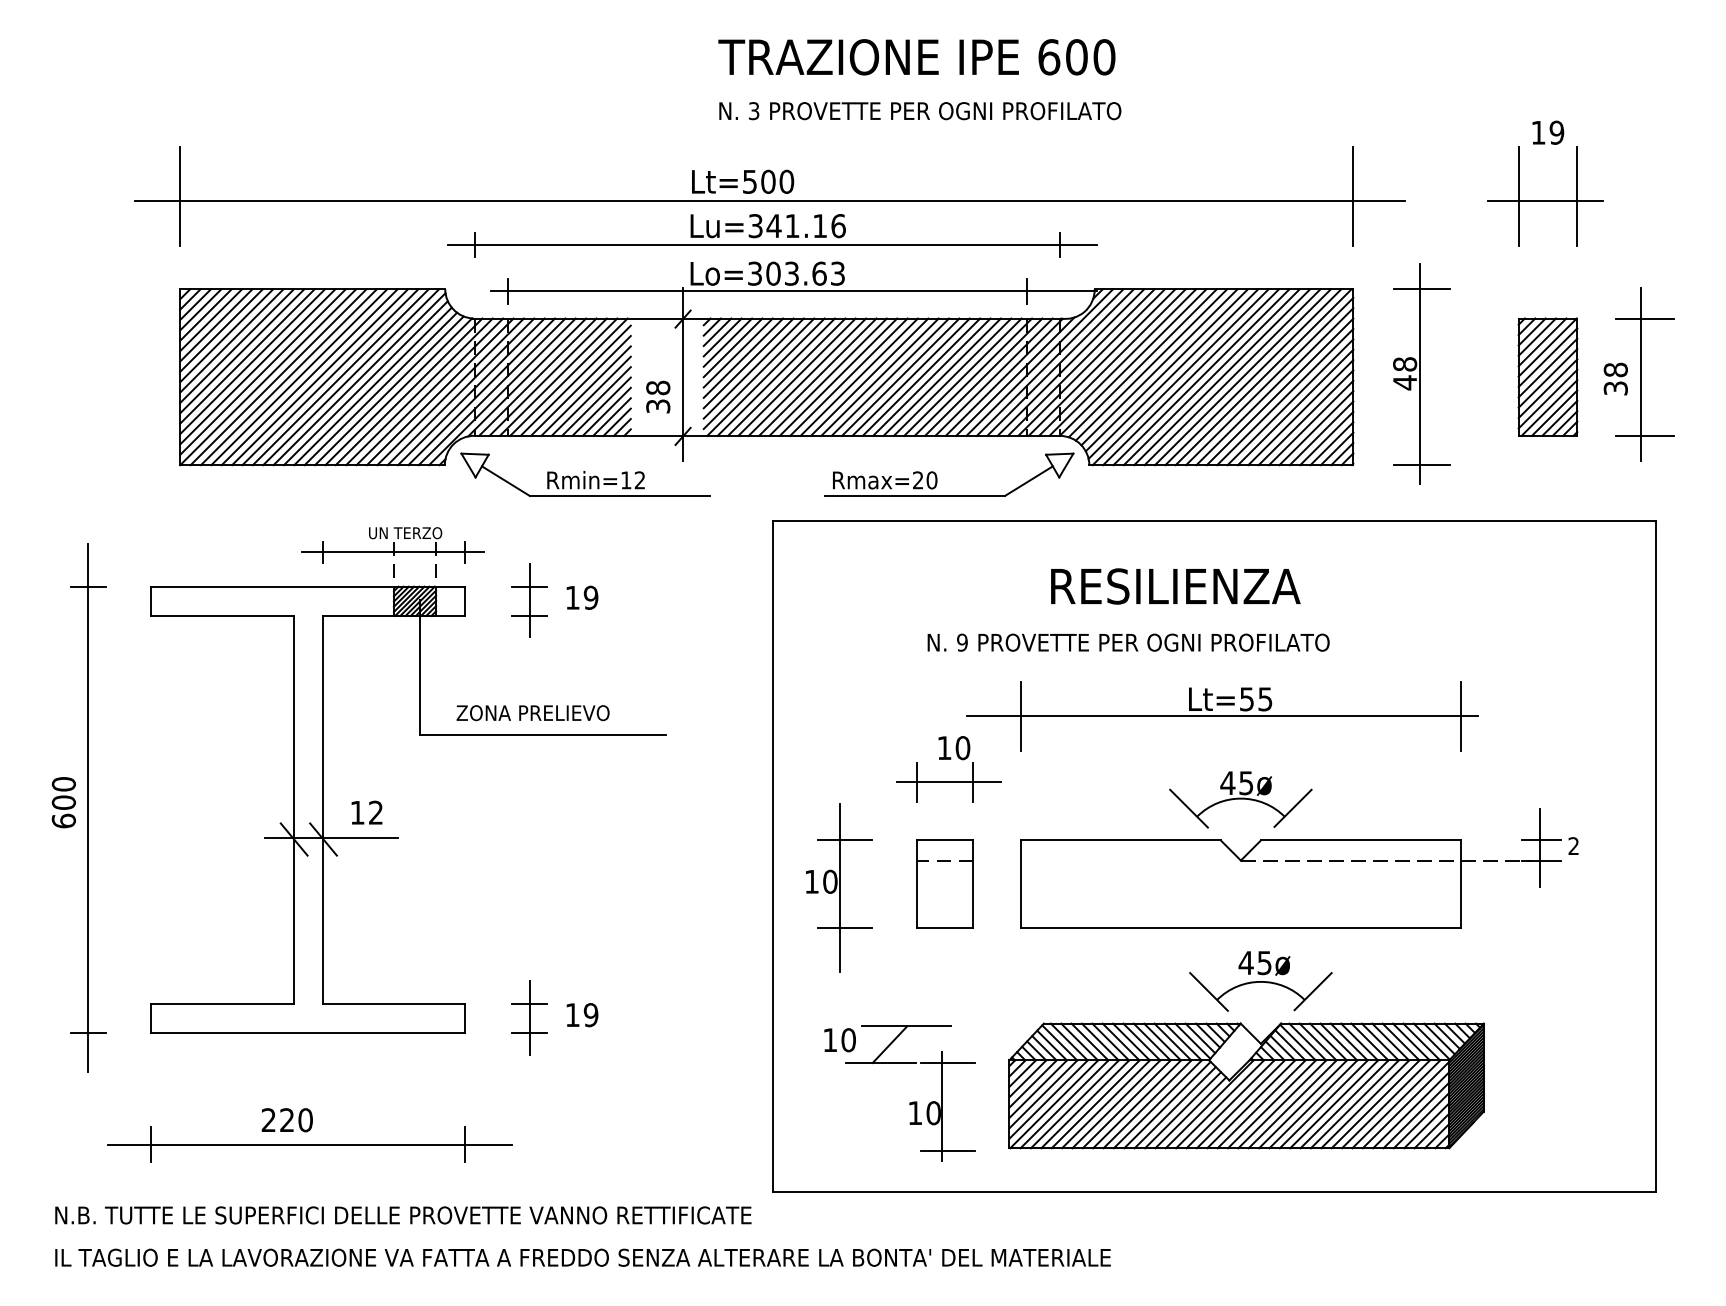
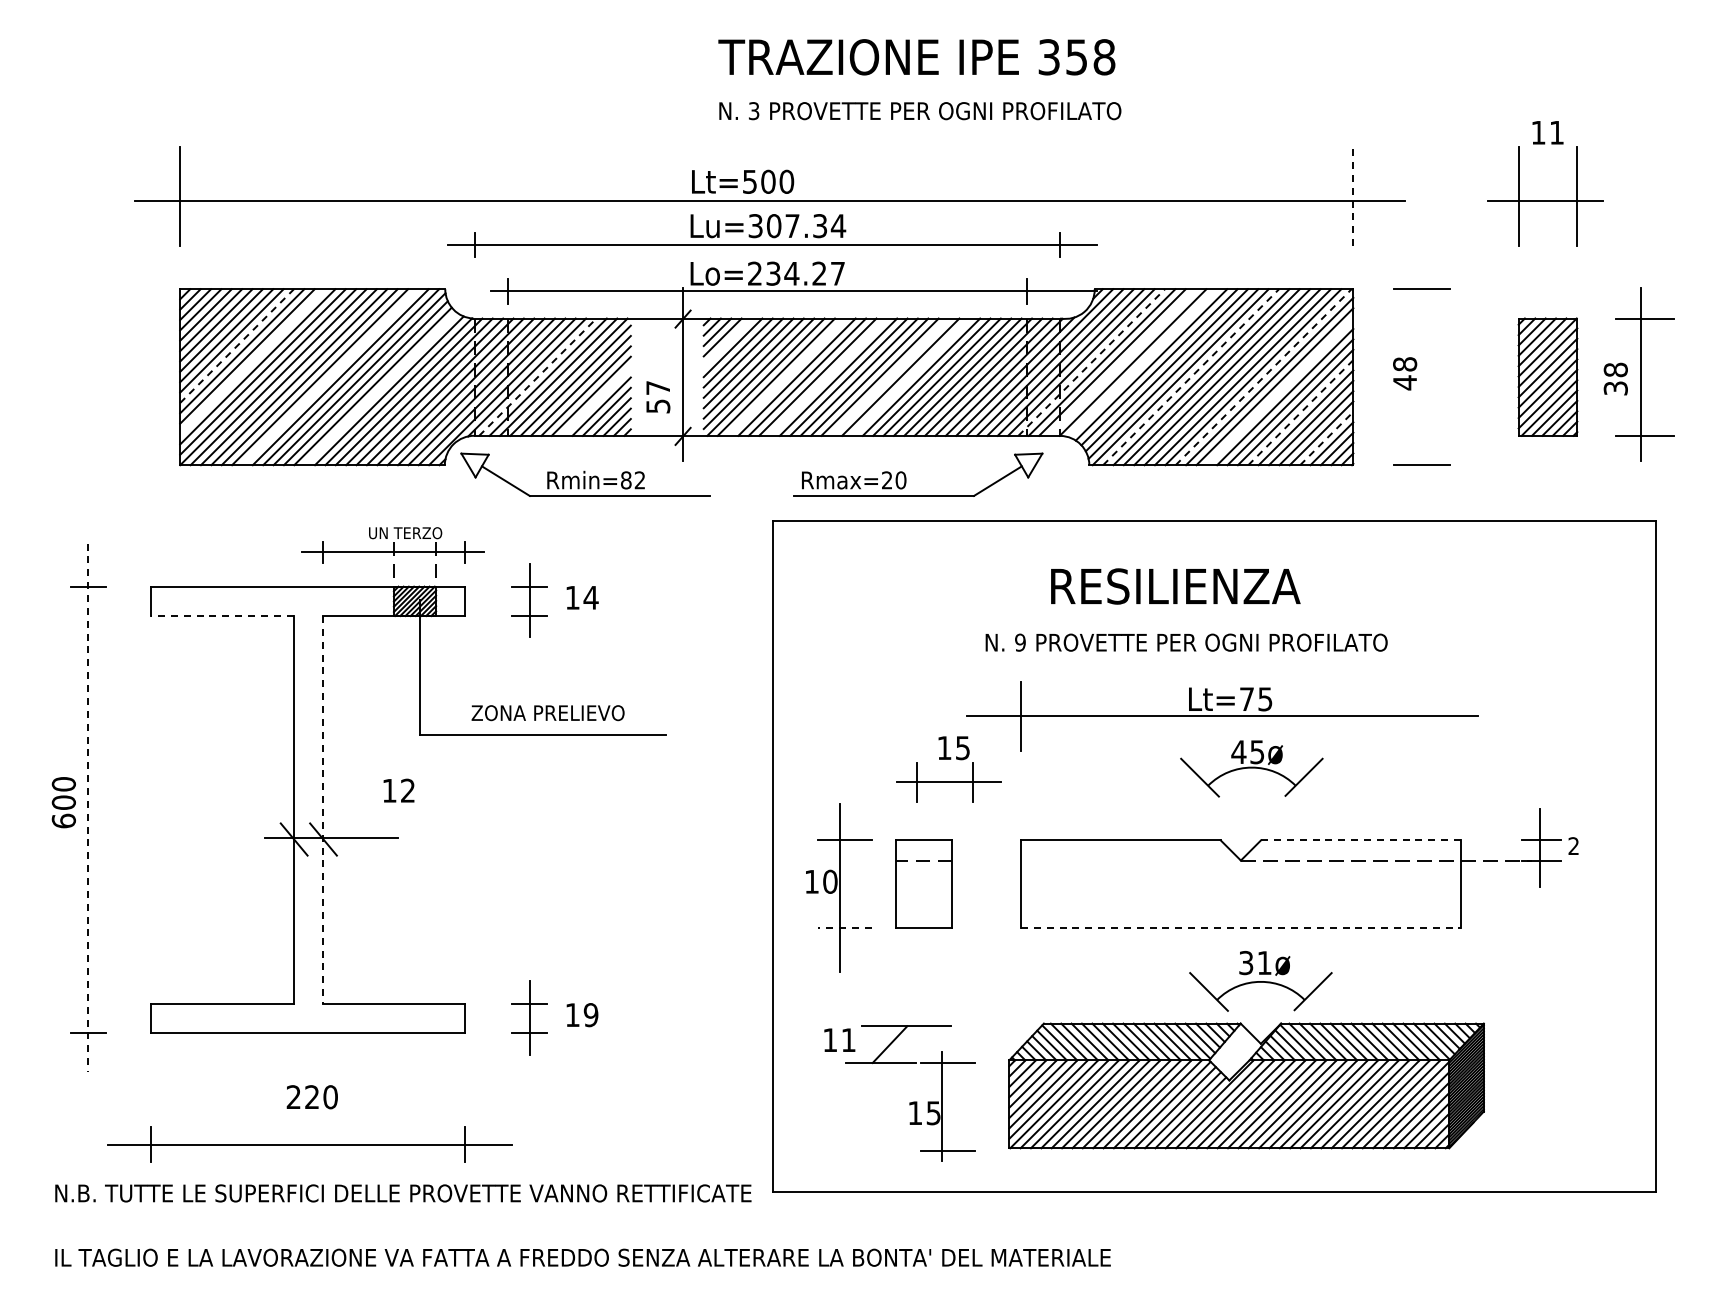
text at (1076, 57): 600 -> 358
text at (1556, 132): 19 -> 11
line at (1353, 196): solid -> dashed
text at (806, 226): Lu=341.16 -> Lu=307.34
text at (796, 273): Lo=303.63 -> Lo=234.27
line at (727, 342): present -> none
line at (237, 345): solid -> dashed
line at (252, 361): present -> none
line at (1091, 362): solid -> dashed
line at (1122, 362): present -> none
line at (1142, 363): present -> none
line at (1420, 374): present -> none
line at (786, 376): present -> none
line at (827, 376): present -> none
line at (890, 376): present -> none
line at (910, 376): present -> none
line at (1191, 376): solid -> dashed
line at (1264, 376): solid -> dashed
line at (330, 377): present -> none
line at (537, 377): solid -> dashed
line at (380, 388): present -> none
line at (1279, 391): present -> none
text at (658, 396): 38 -> 57
line at (596, 401): present -> none
line at (1301, 412): solid -> dashed
line at (1326, 438): solid -> dashed
part at (937, 477) position: (937, 477) -> (906, 477)
text at (626, 480): Rmin=12 -> Rmin=82
text at (590, 597): 19 -> 14
line at (221, 616): solid -> dashed
text at (1128, 642) position: (1128, 642) -> (1186, 642)
text at (1246, 699): Lt=55 -> Lt=75
text at (532, 713) position: (532, 713) -> (547, 713)
line at (1460, 716): present -> none
text at (962, 748): 10 -> 15
part at (1240, 799) position: (1240, 799) -> (1251, 768)
line at (88, 808): solid -> dashed
line at (322, 810): solid -> dashed
text at (366, 812) position: (366, 812) -> (398, 790)
line at (1360, 840): solid -> dashed
part at (944, 883) position: (944, 883) -> (923, 883)
line at (844, 928): solid -> dashed
line at (1240, 928): solid -> dashed
text at (1254, 962): 45ø -> 31ø
text at (848, 1040): 10 -> 11
text at (933, 1113): 10 -> 15
text at (286, 1120) position: (286, 1120) -> (311, 1097)
text at (403, 1215) position: (403, 1215) -> (403, 1193)
